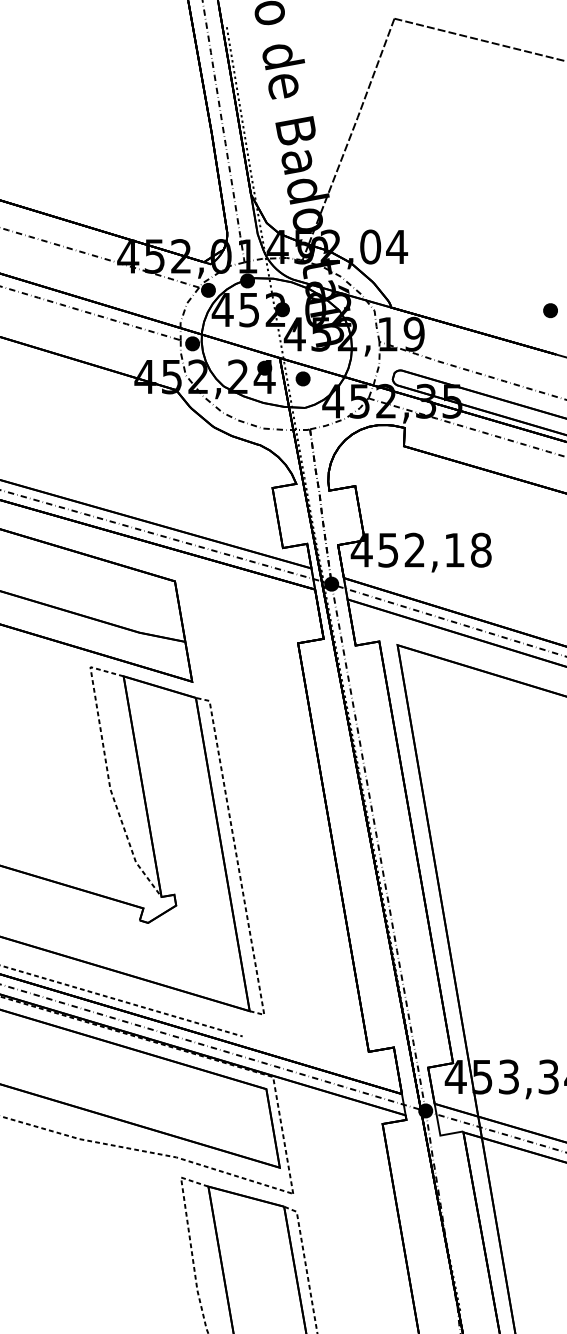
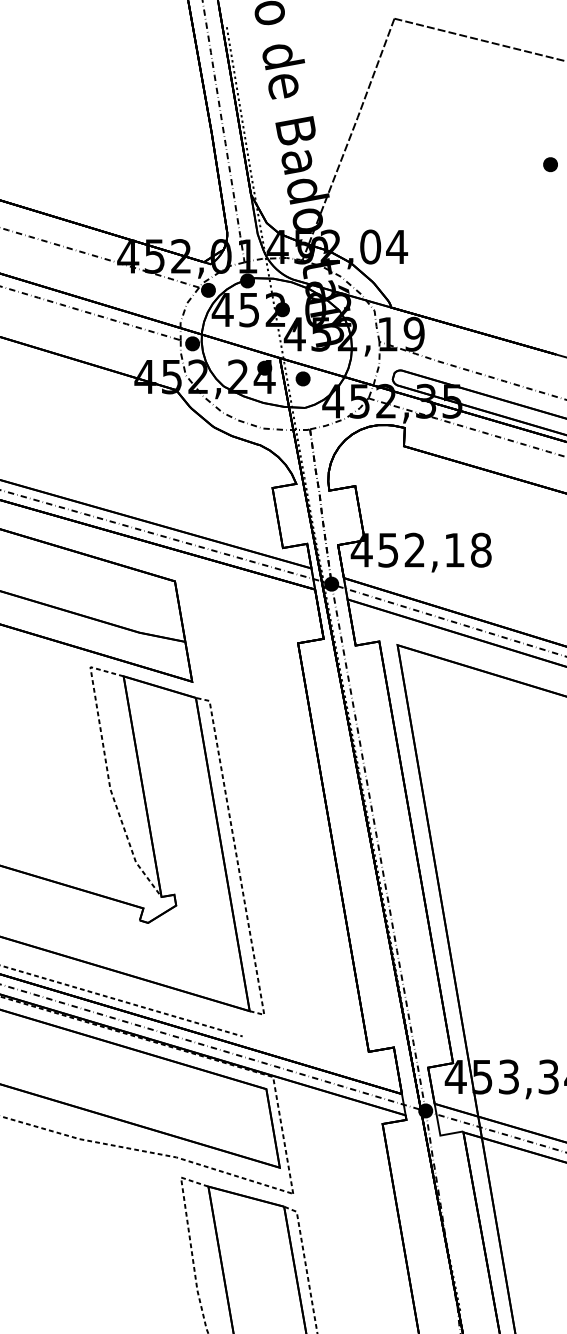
part at (550, 310) position: (550, 310) -> (550, 164)
